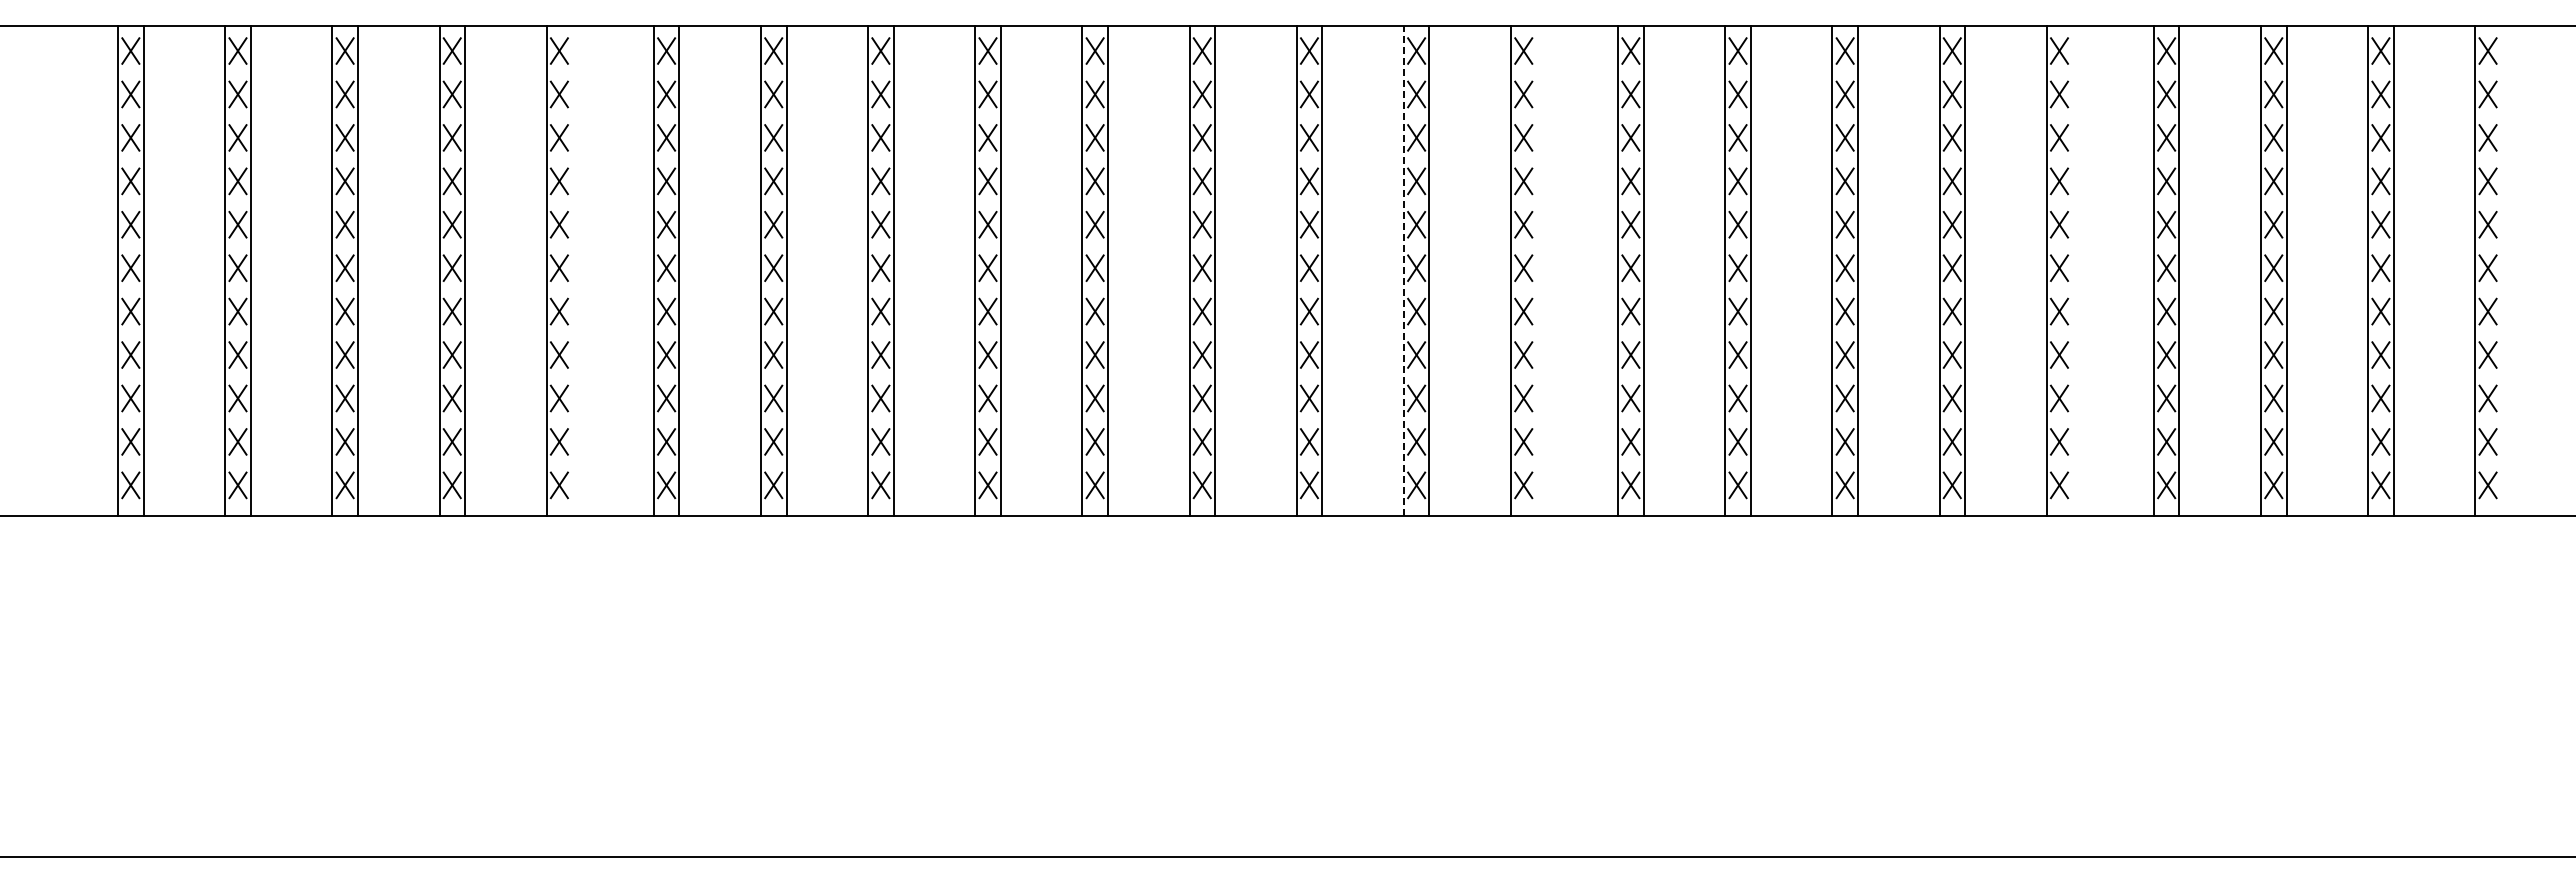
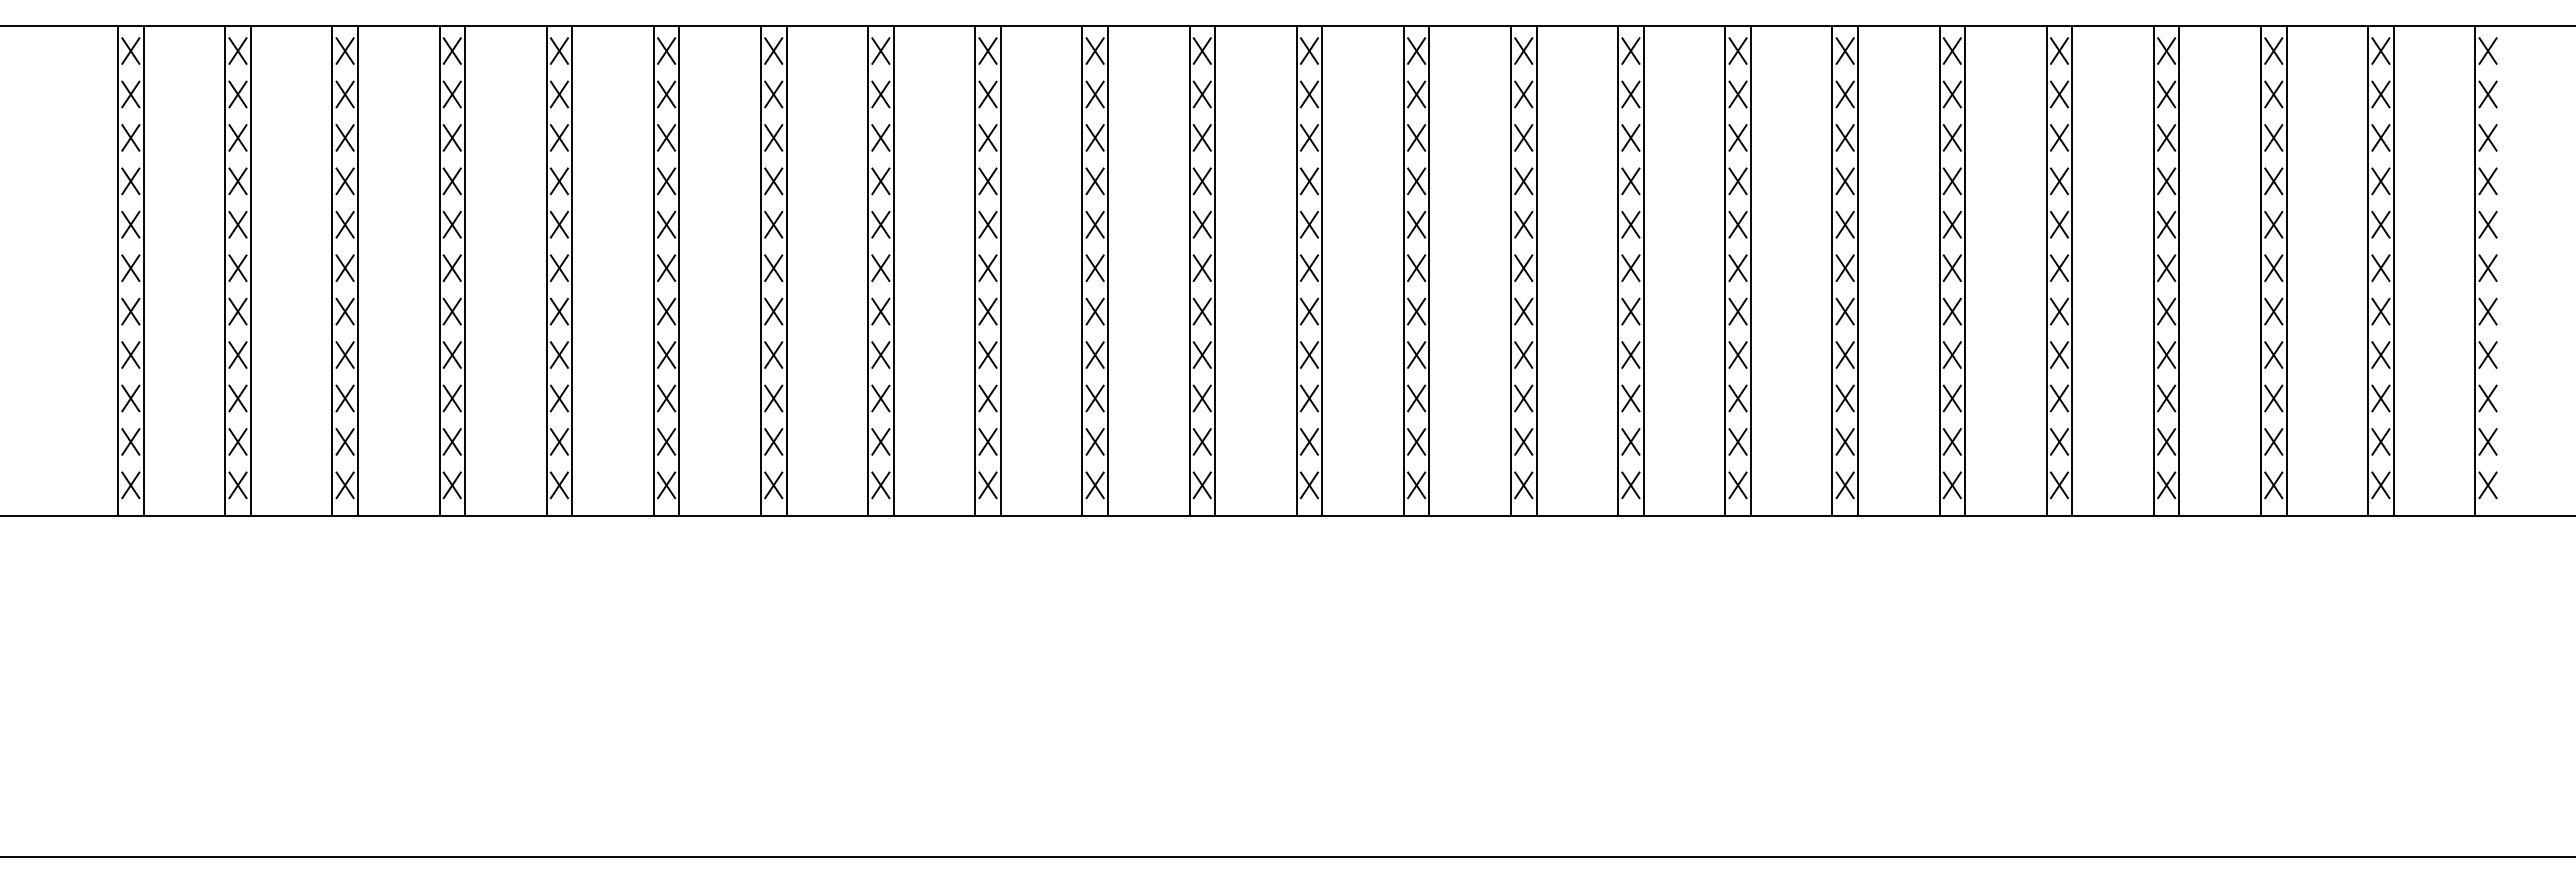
line at (572, 271): none -> present
line at (1403, 271): dashed -> solid
line at (1536, 271): none -> present
line at (2072, 271): none -> present
